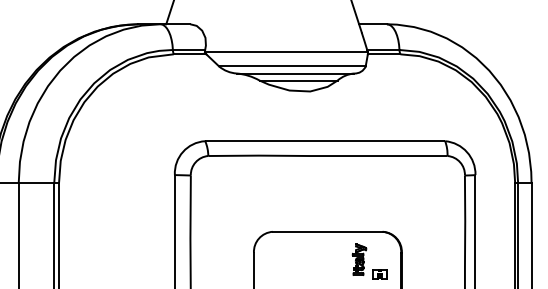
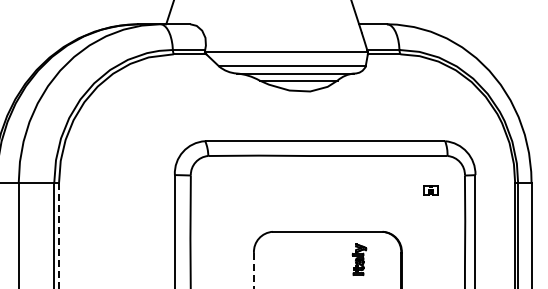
line at (59, 235): solid -> dashed
line at (253, 270): solid -> dashed
part at (379, 274) position: (379, 274) -> (430, 190)
